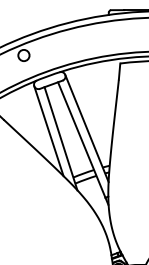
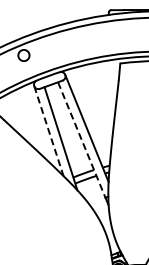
line at (49, 131): solid -> dashed
line at (81, 140): solid -> dashed
